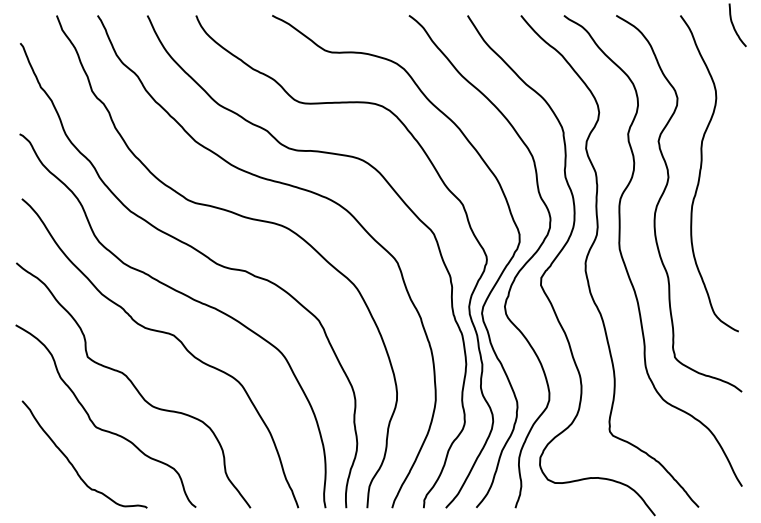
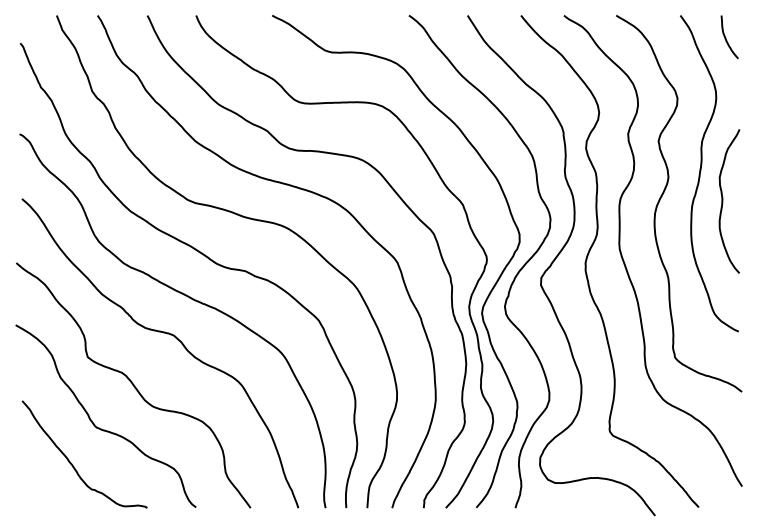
curve at (734, 25) position: (734, 25) -> (726, 37)
curve at (723, 201): none -> present
